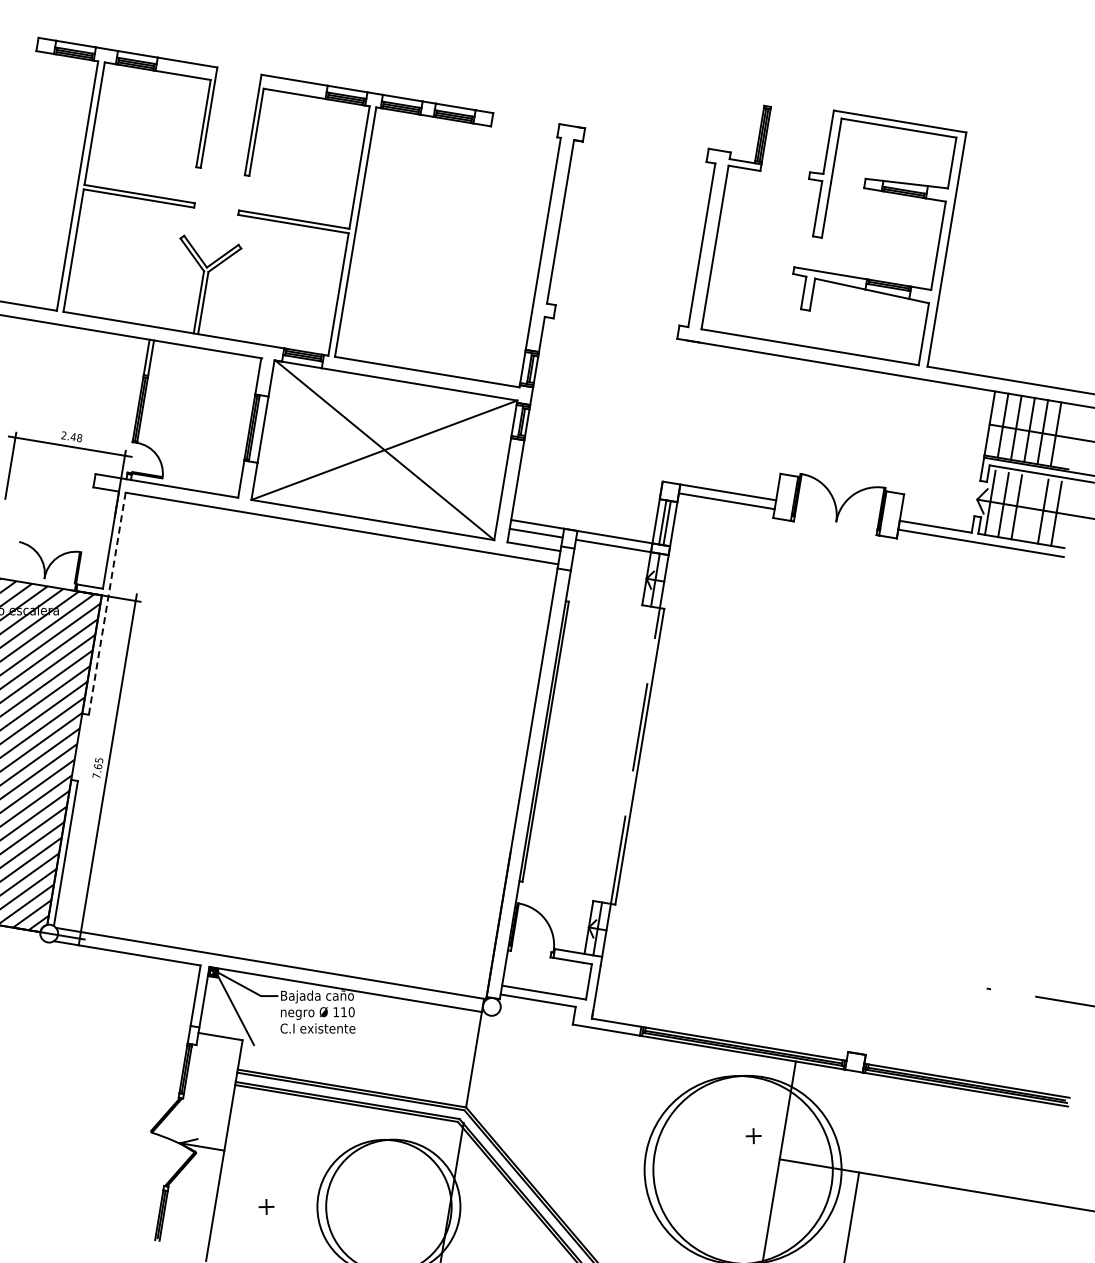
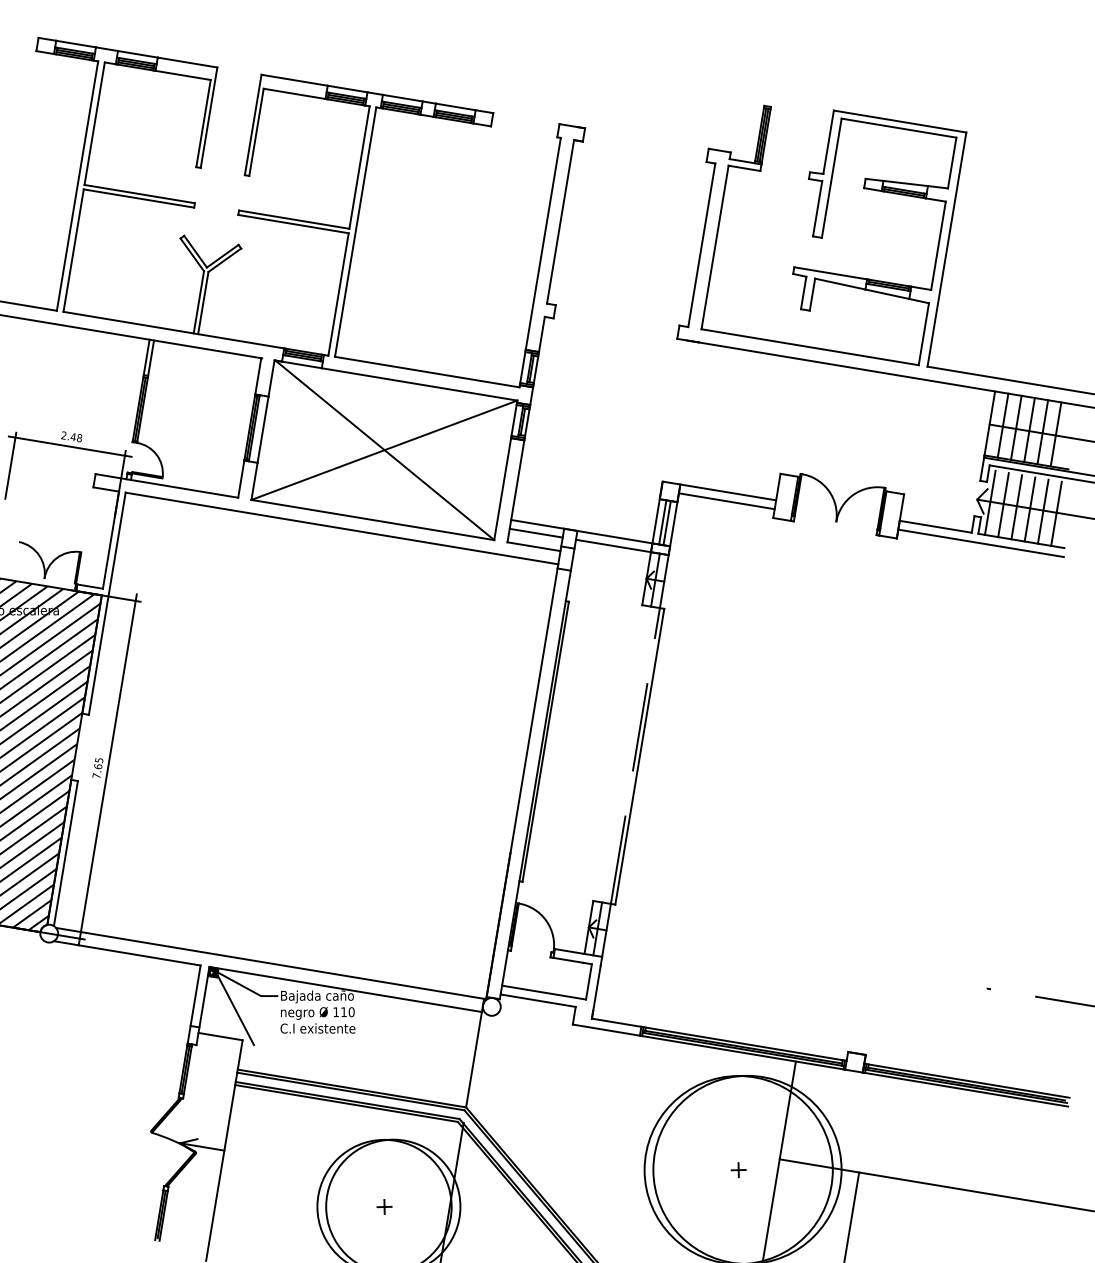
line at (1029, 509): none -> present
line at (107, 603): dashed -> solid
part at (753, 1136) position: (753, 1136) -> (738, 1170)
part at (266, 1206) position: (266, 1206) -> (384, 1206)
